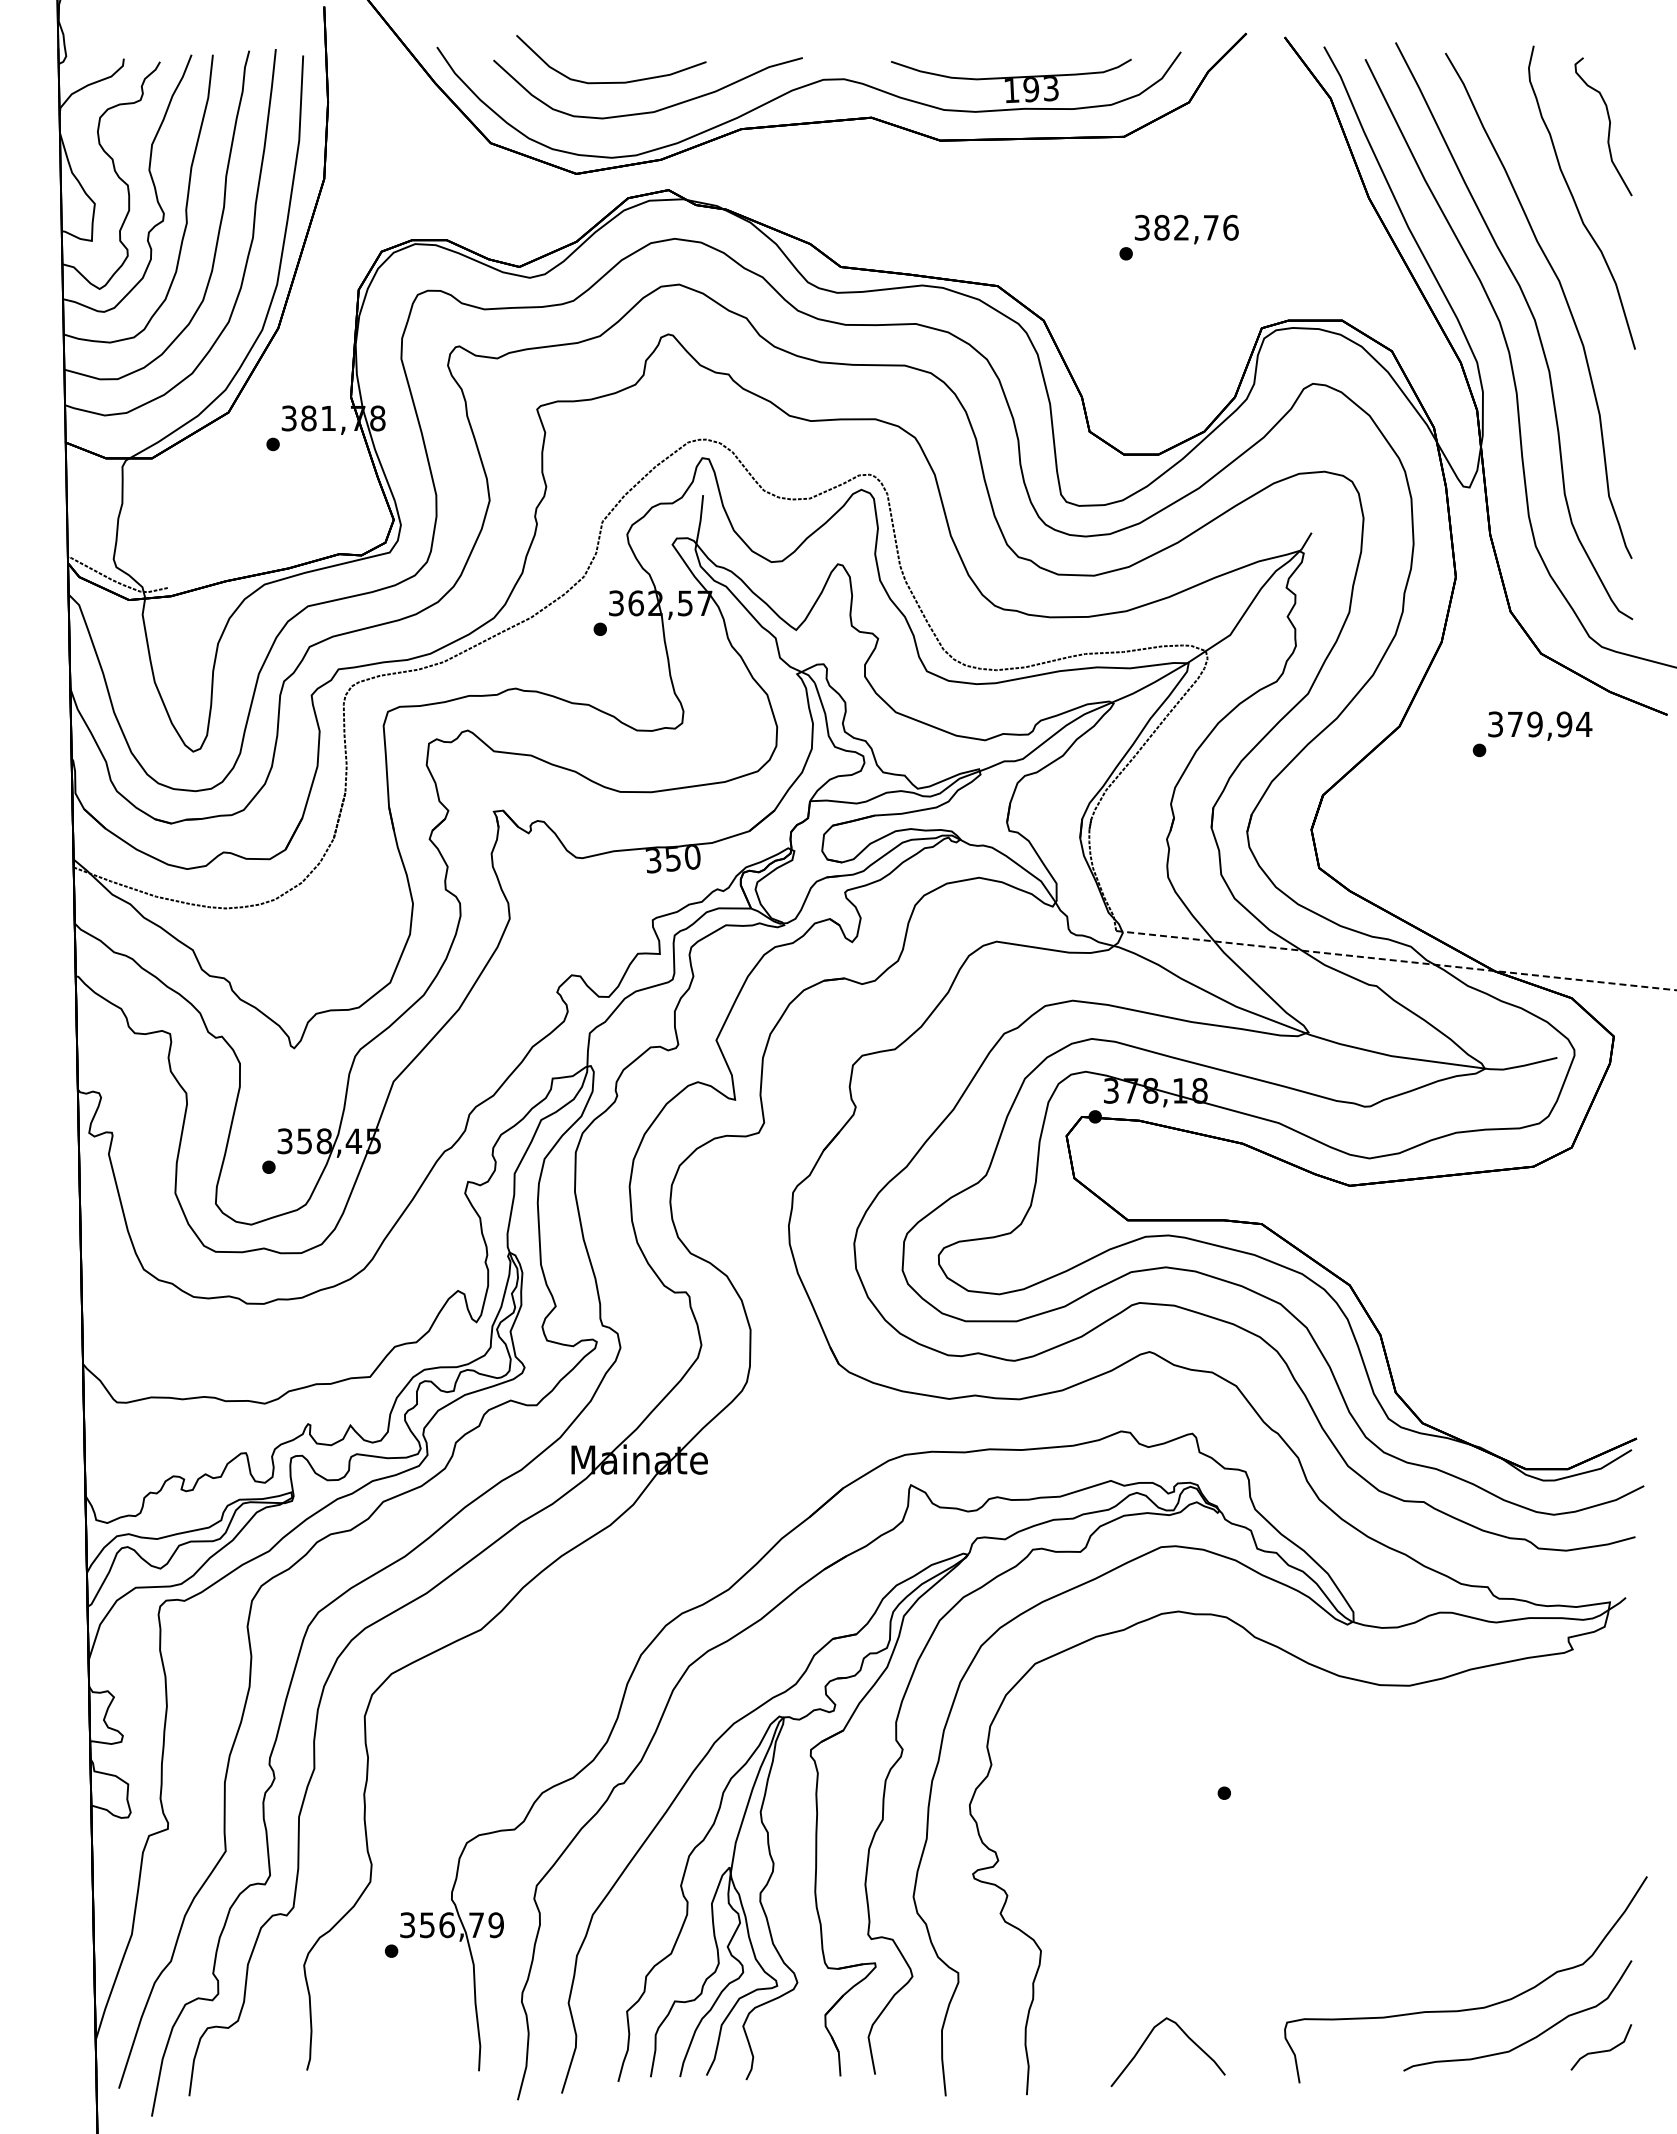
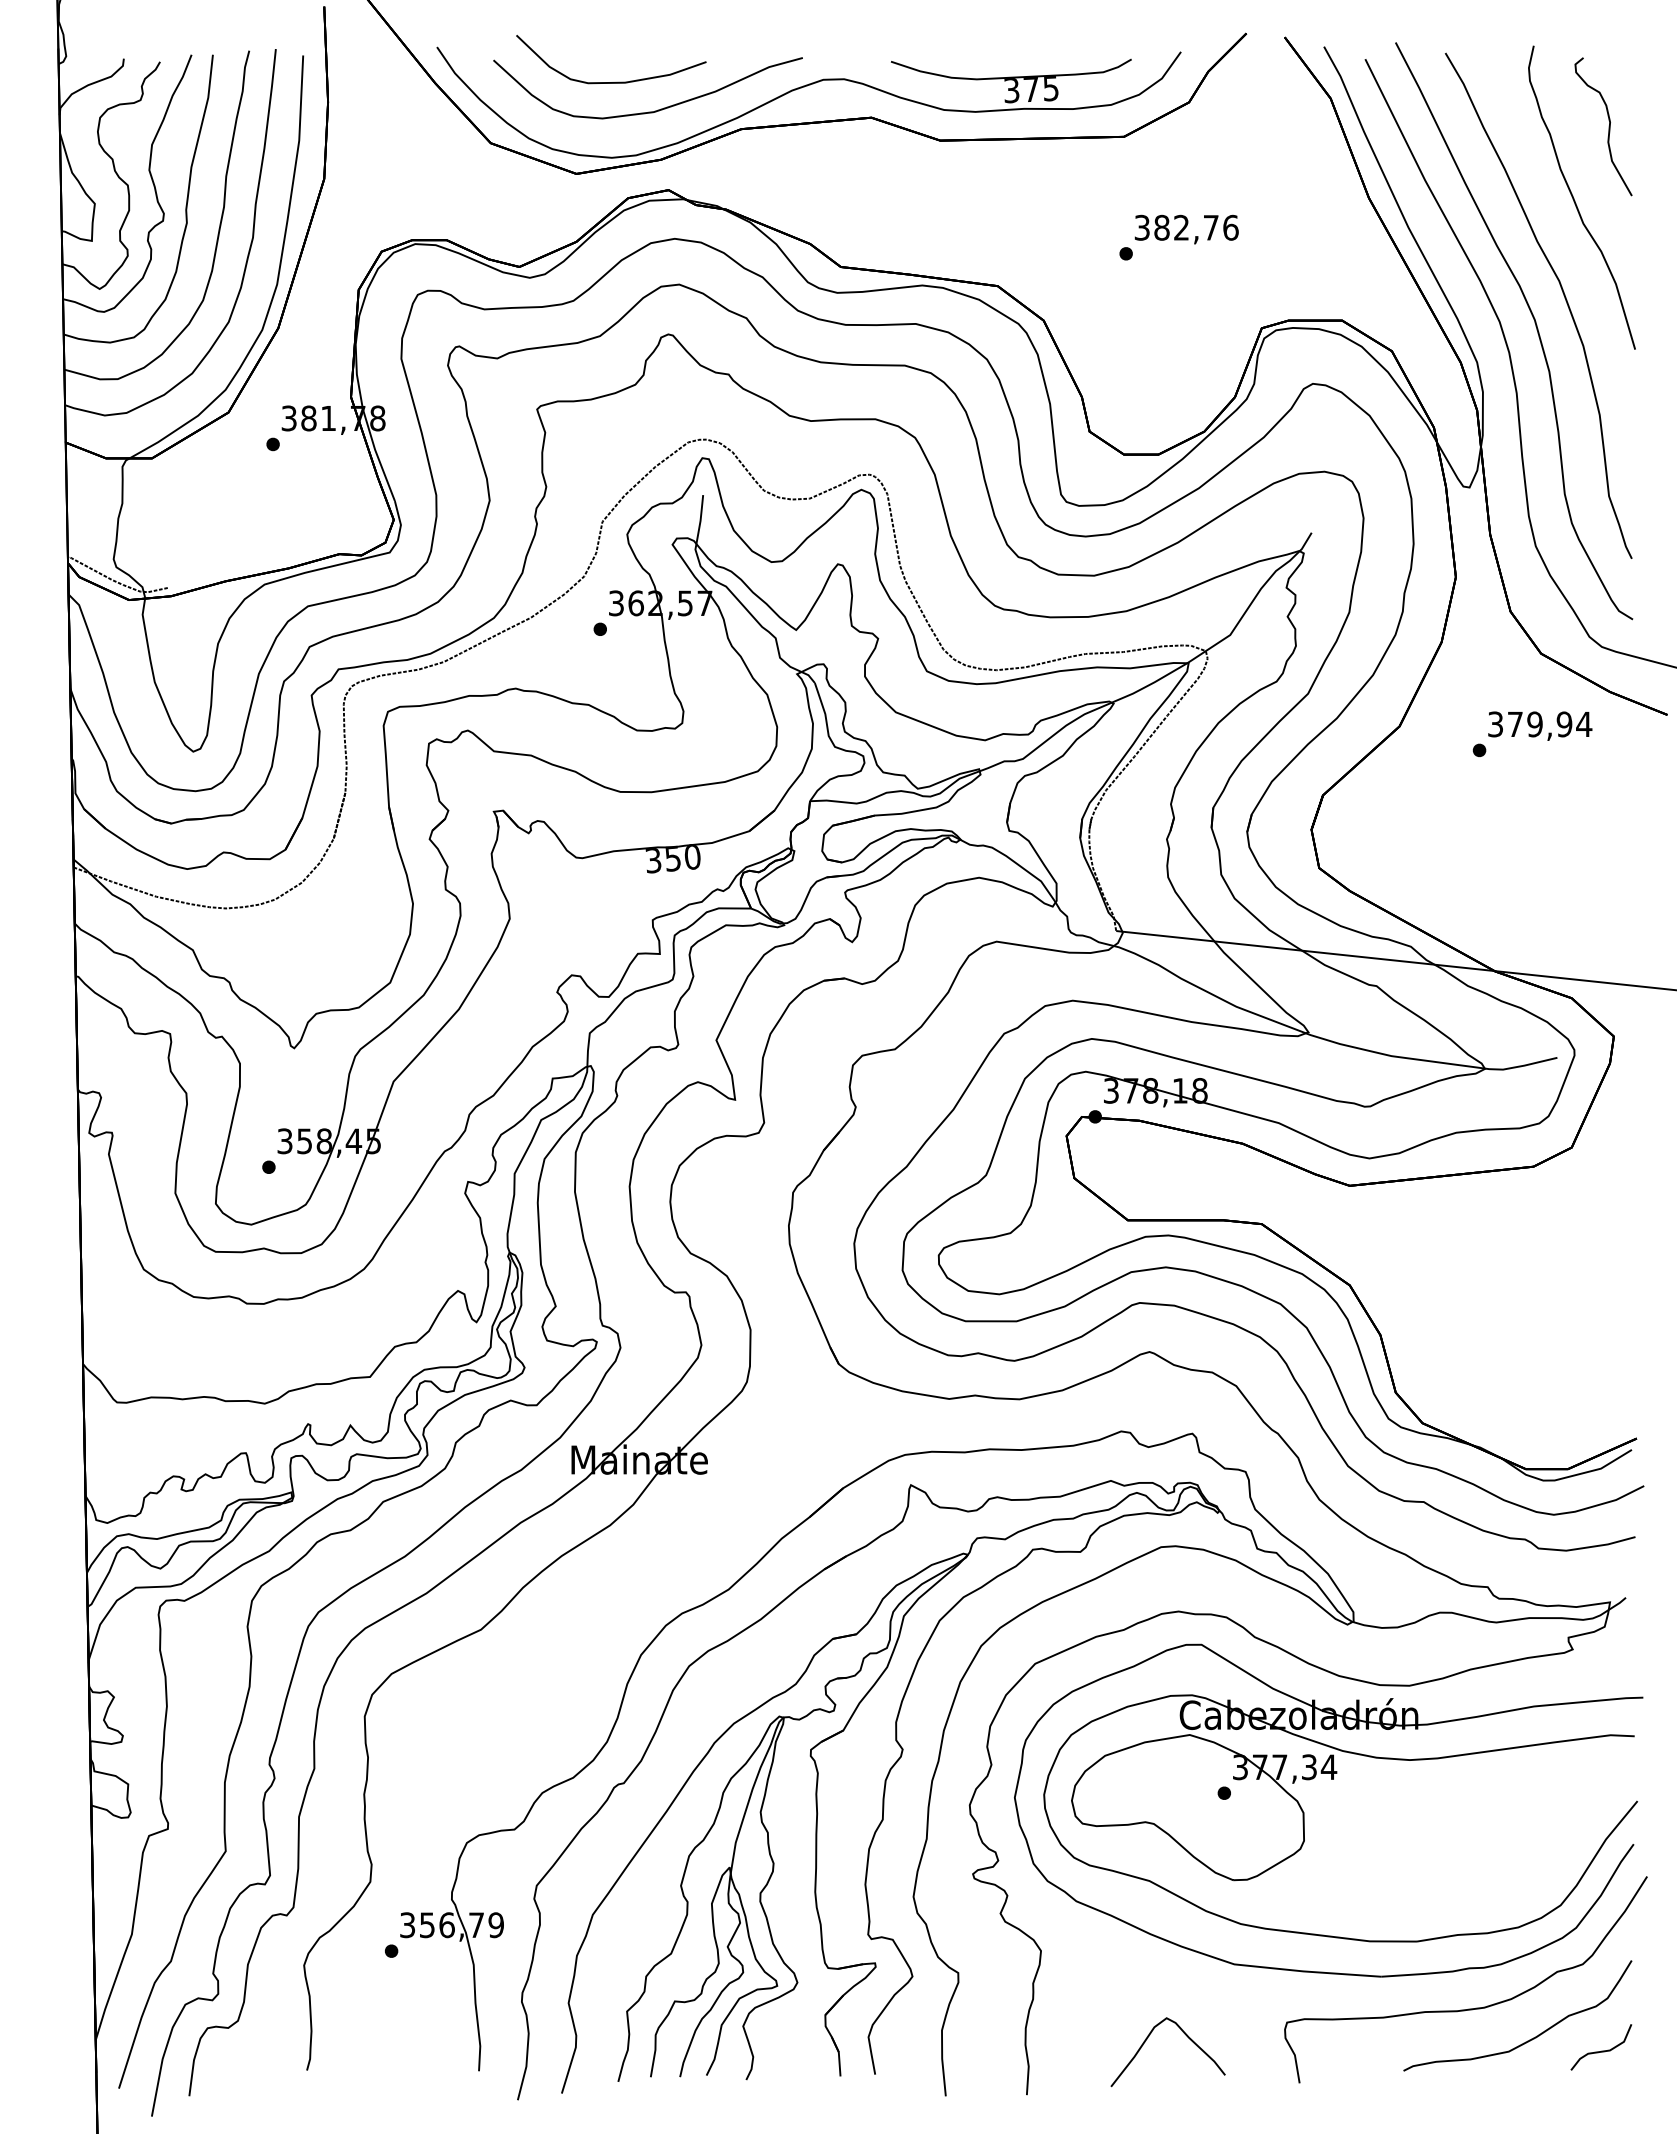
text at (1031, 89): 193 -> 375
line at (1396, 960): dashed -> solid
part at (1304, 1812): none -> present
